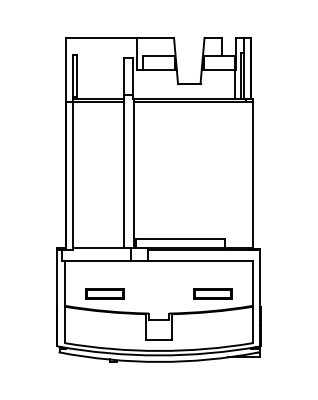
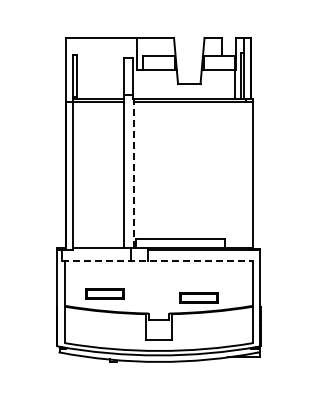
line at (133, 173): solid -> dashed
line at (157, 261): solid -> dashed
part at (212, 293) position: (212, 293) -> (198, 297)
